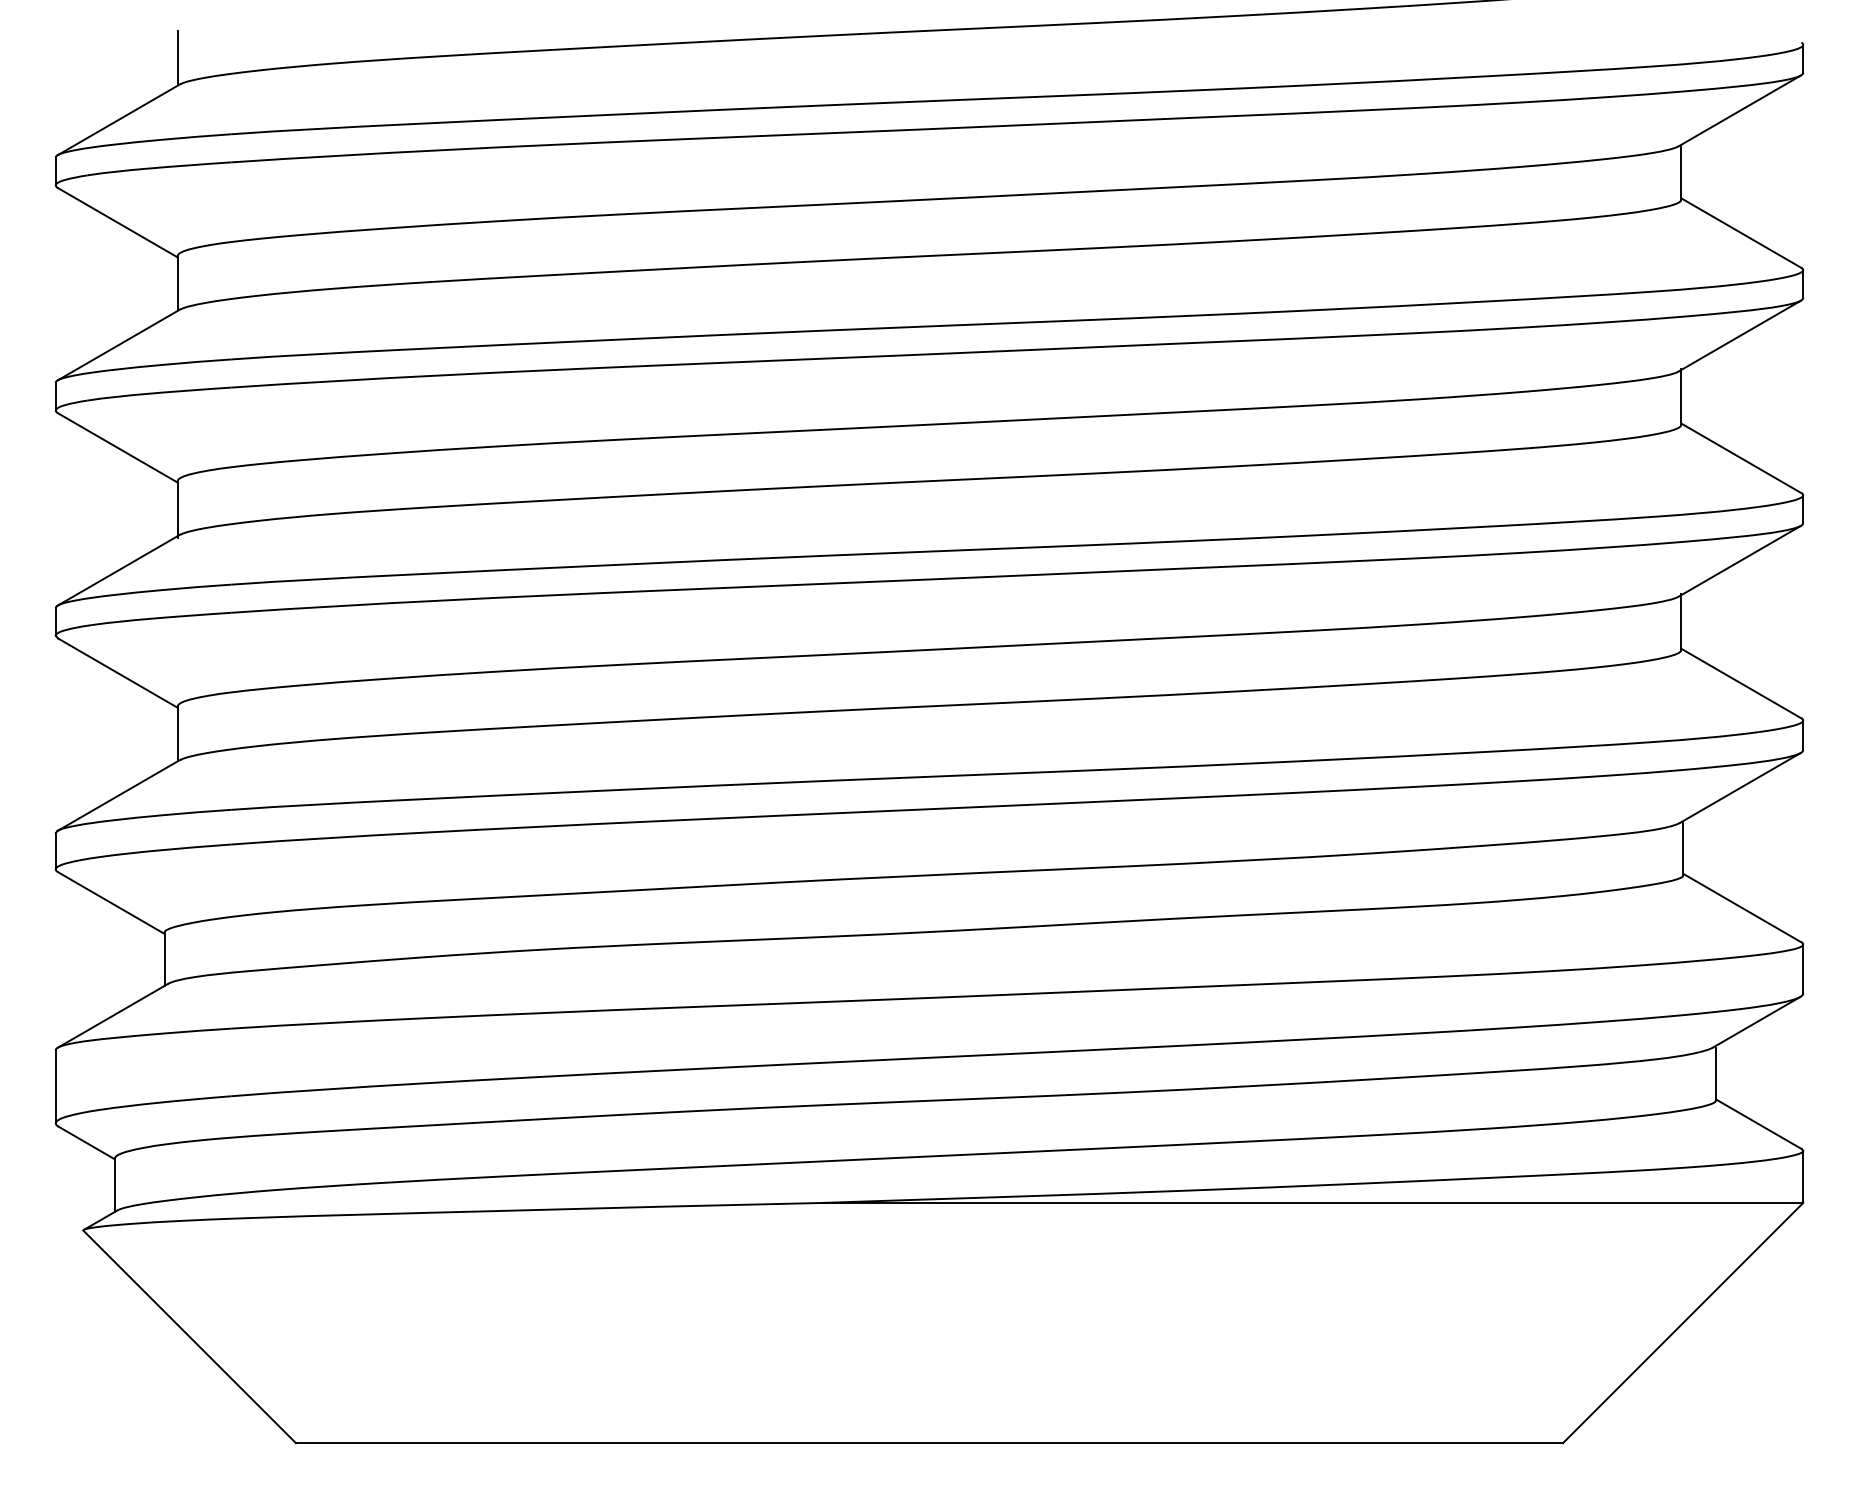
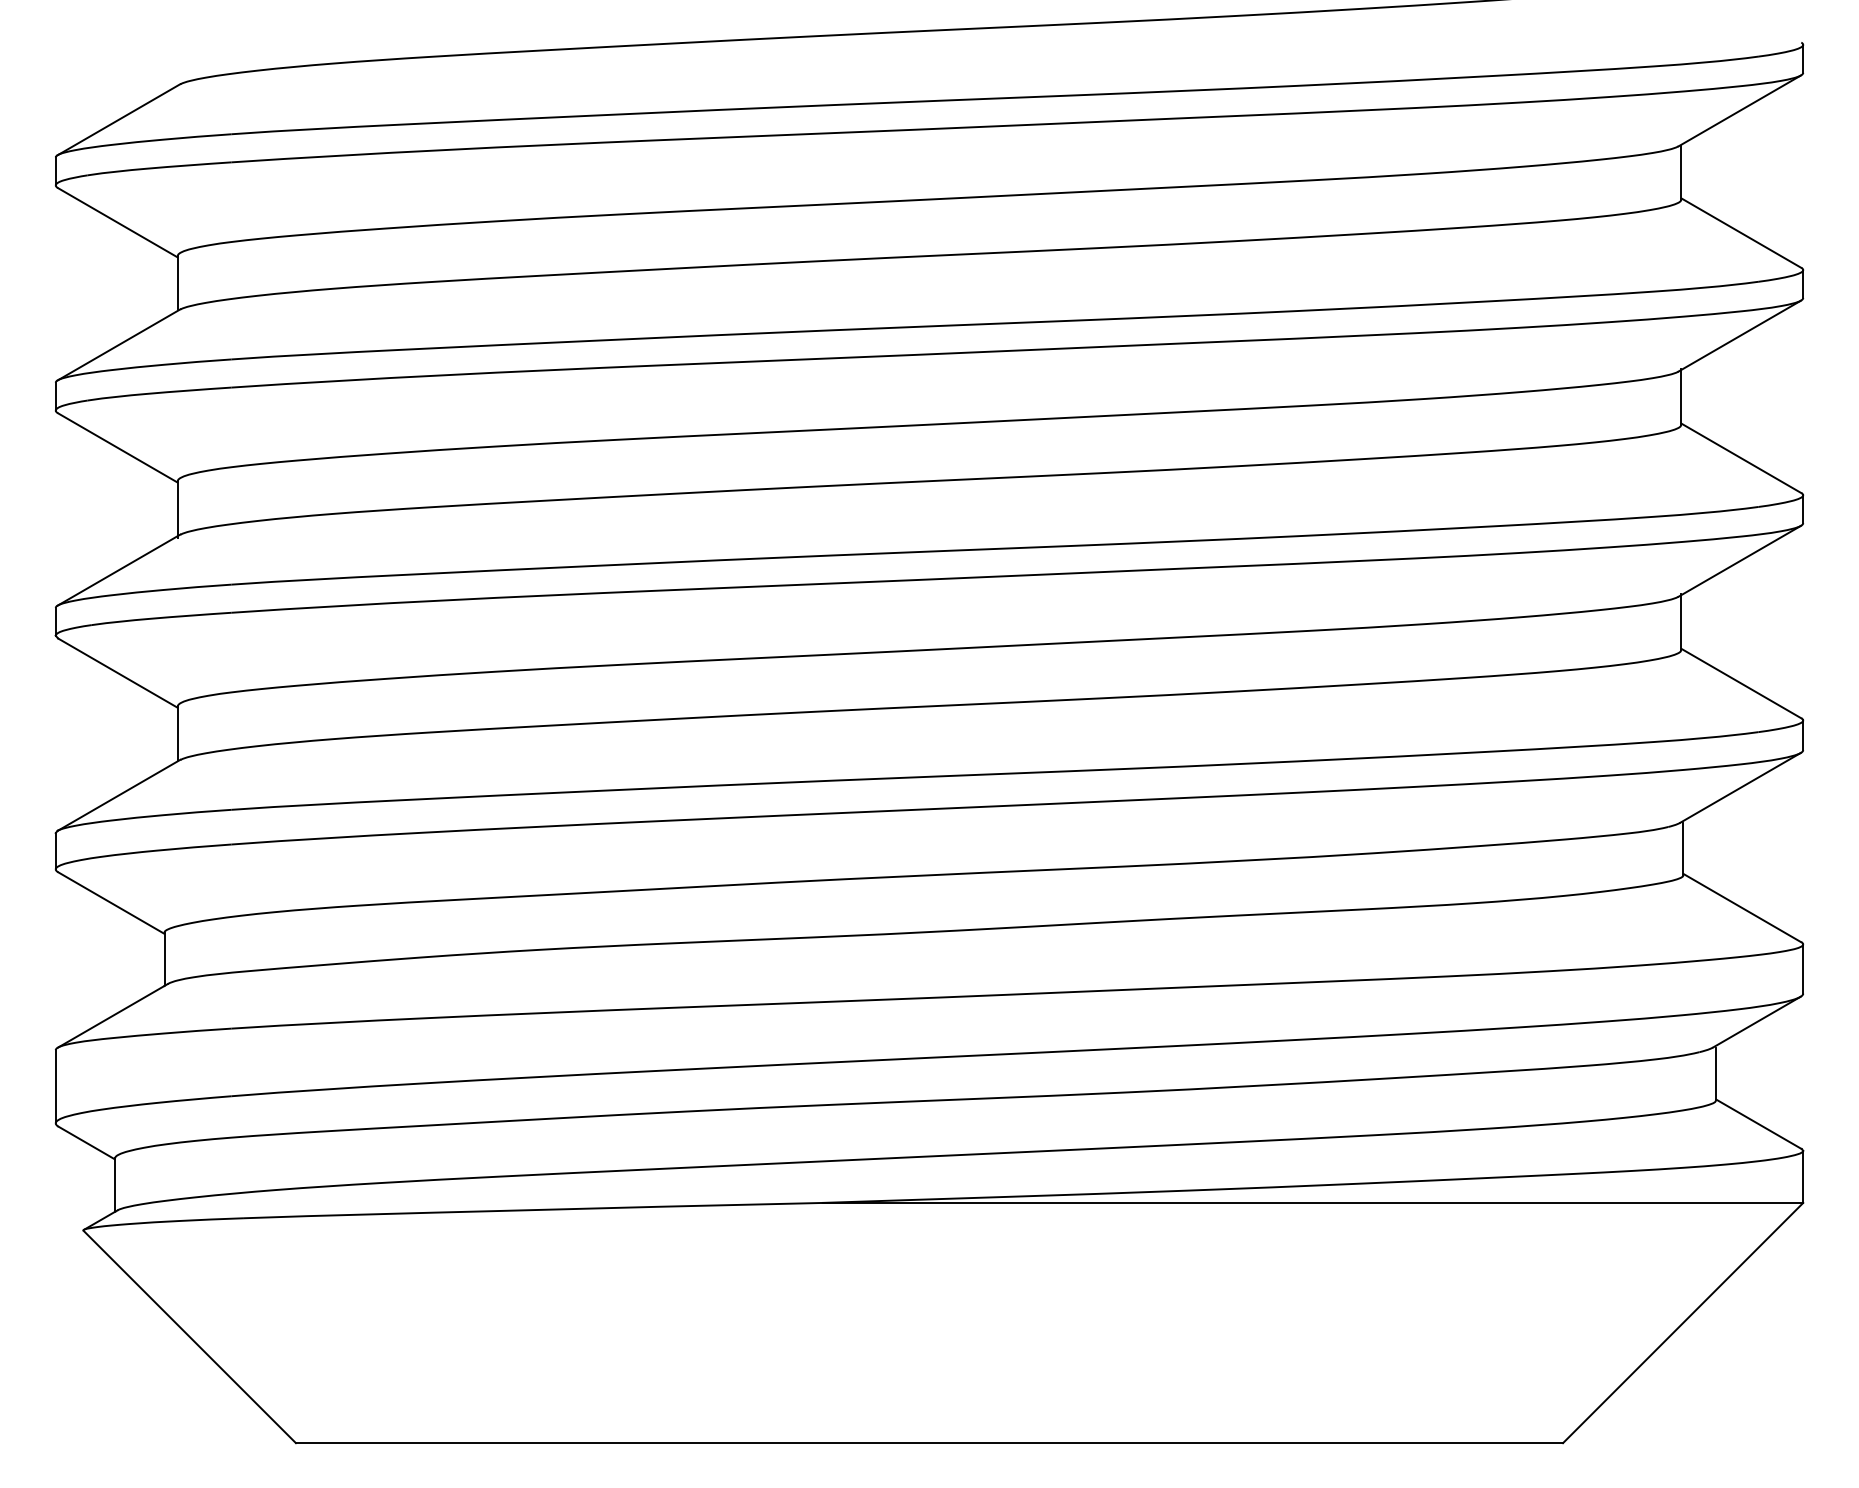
line at (177, 57): present -> none
